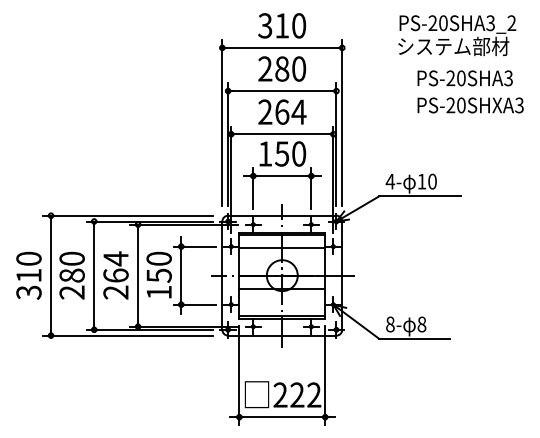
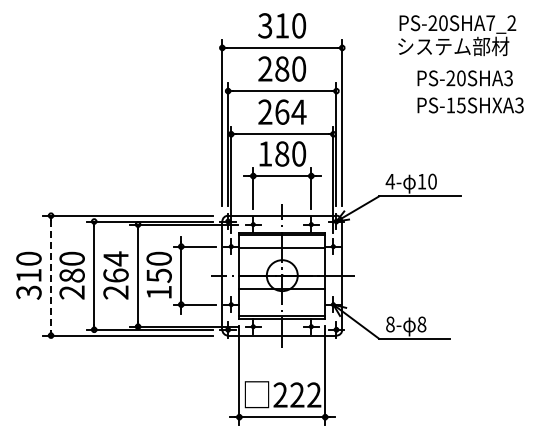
text at (490, 23): PS-20SHA3_2 -> PS-20SHA7_2
text at (455, 105): PS-20SHXA3 -> PS-15SHXA3
text at (281, 153): 150 -> 180
line at (51, 276): solid -> dashed
